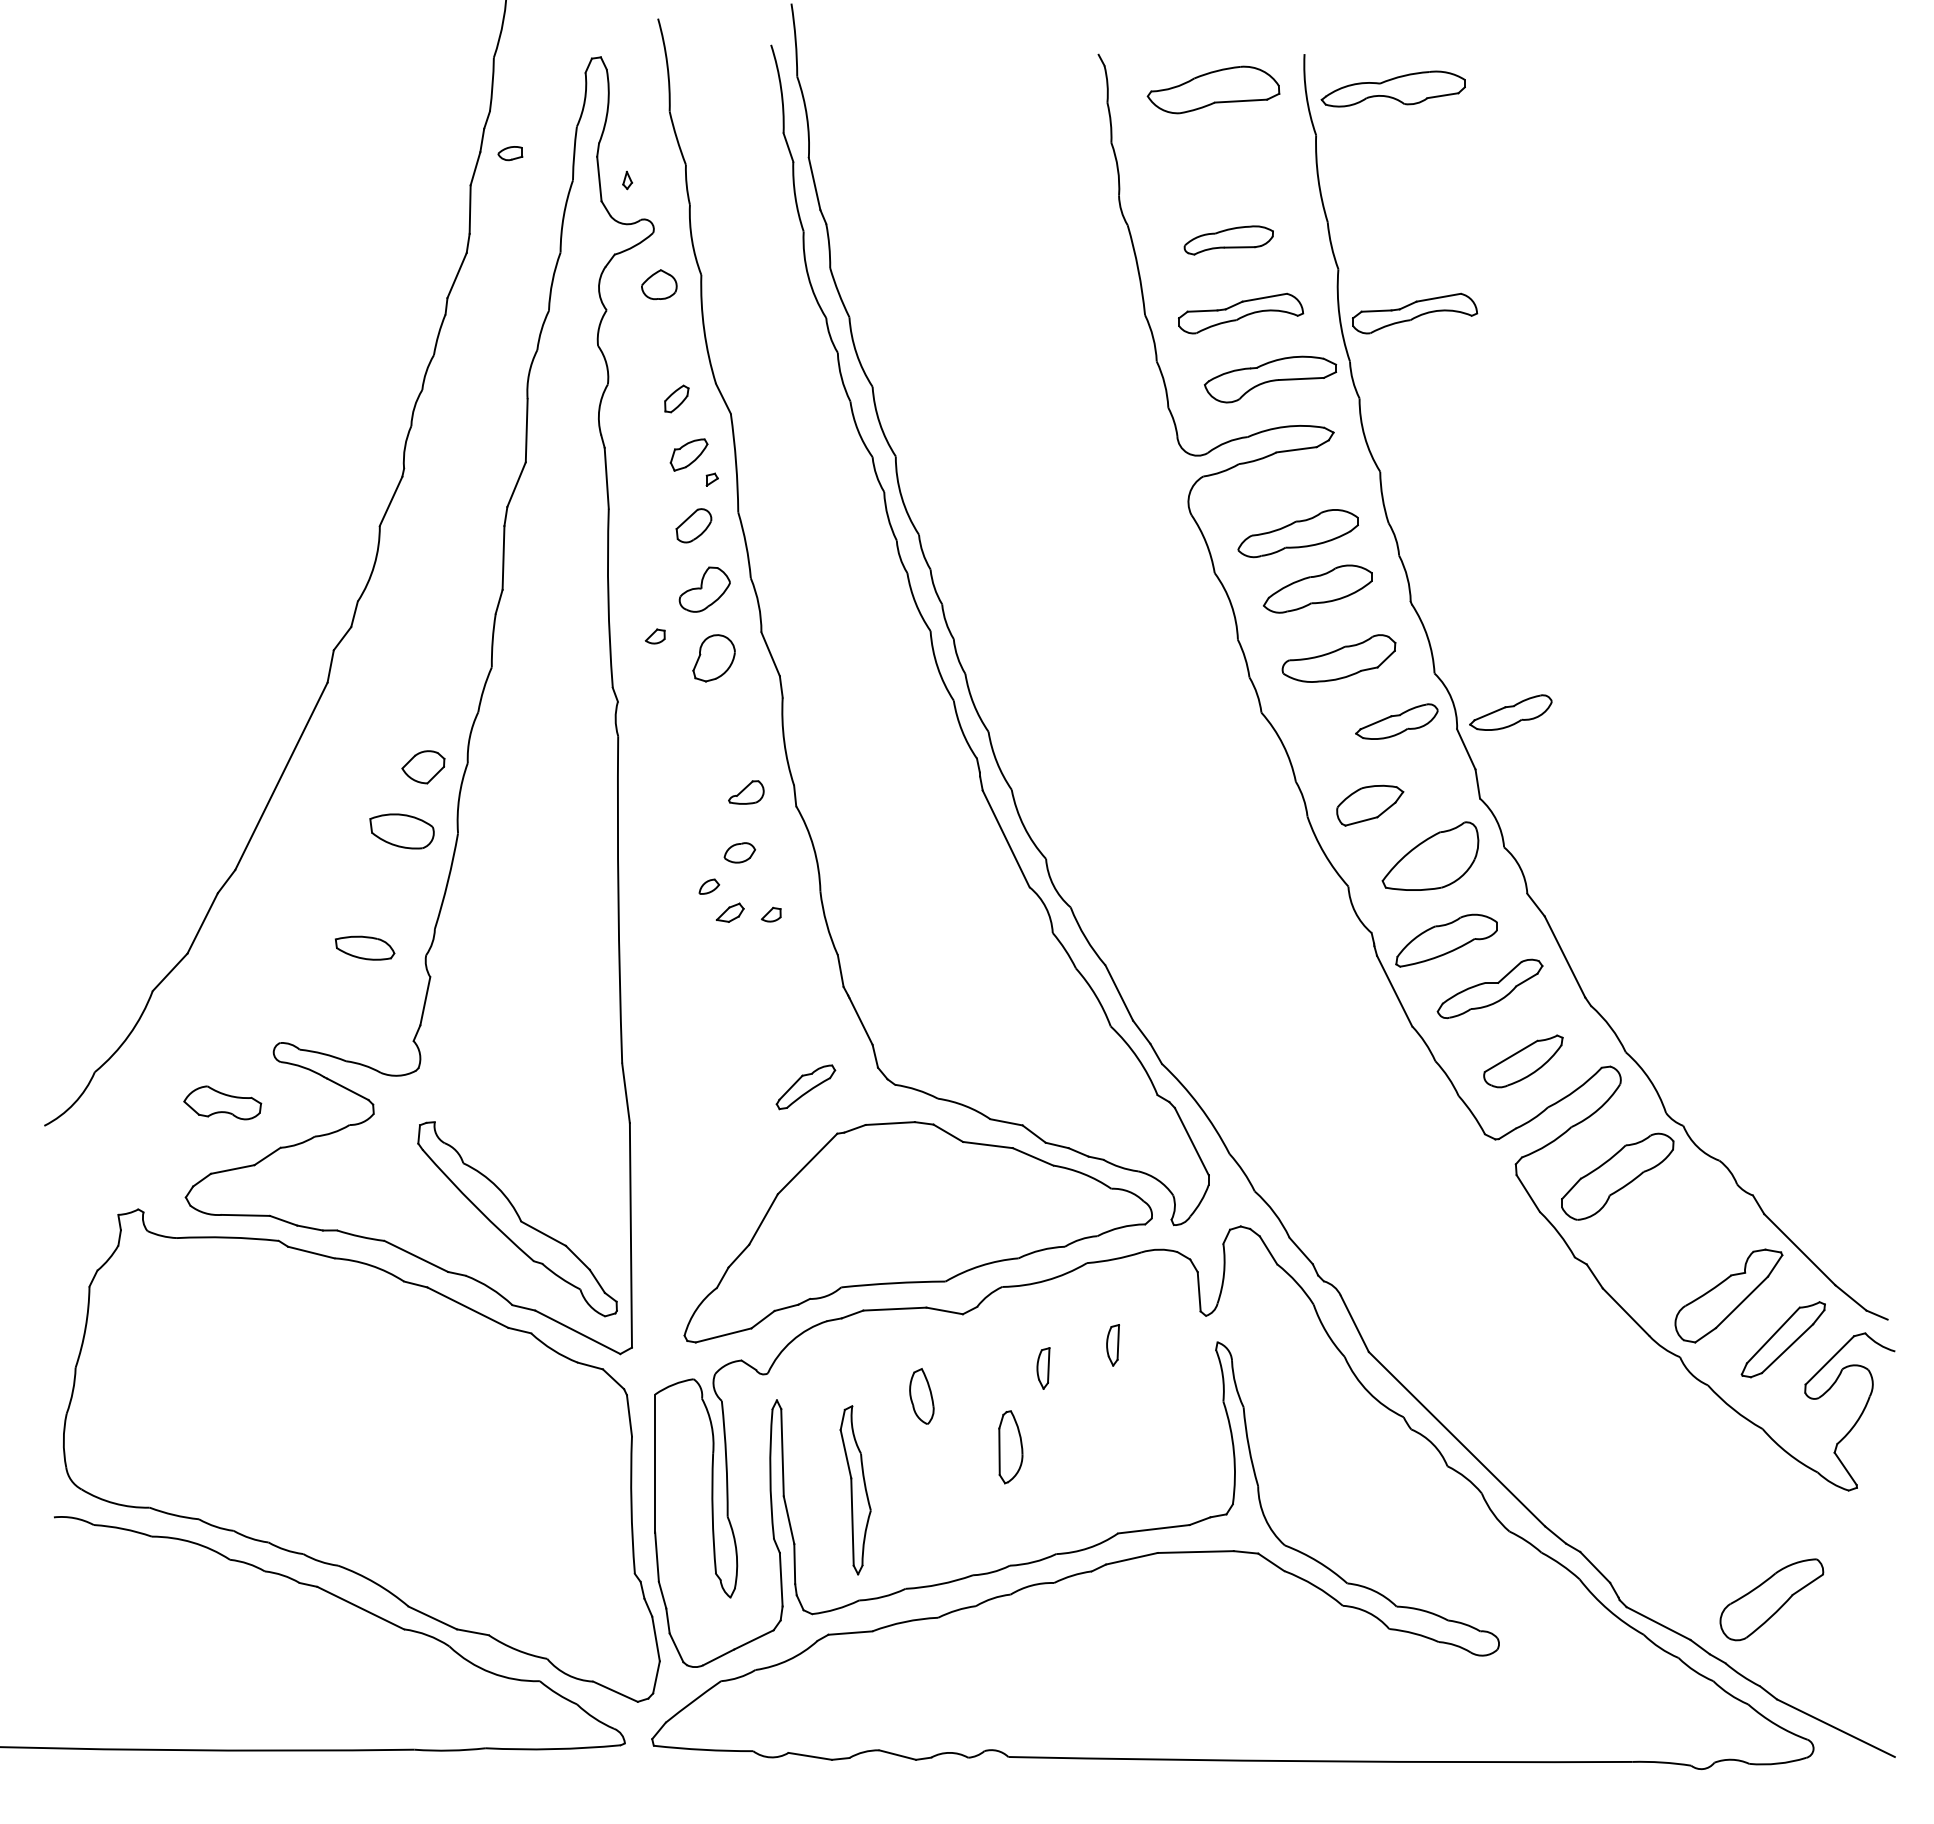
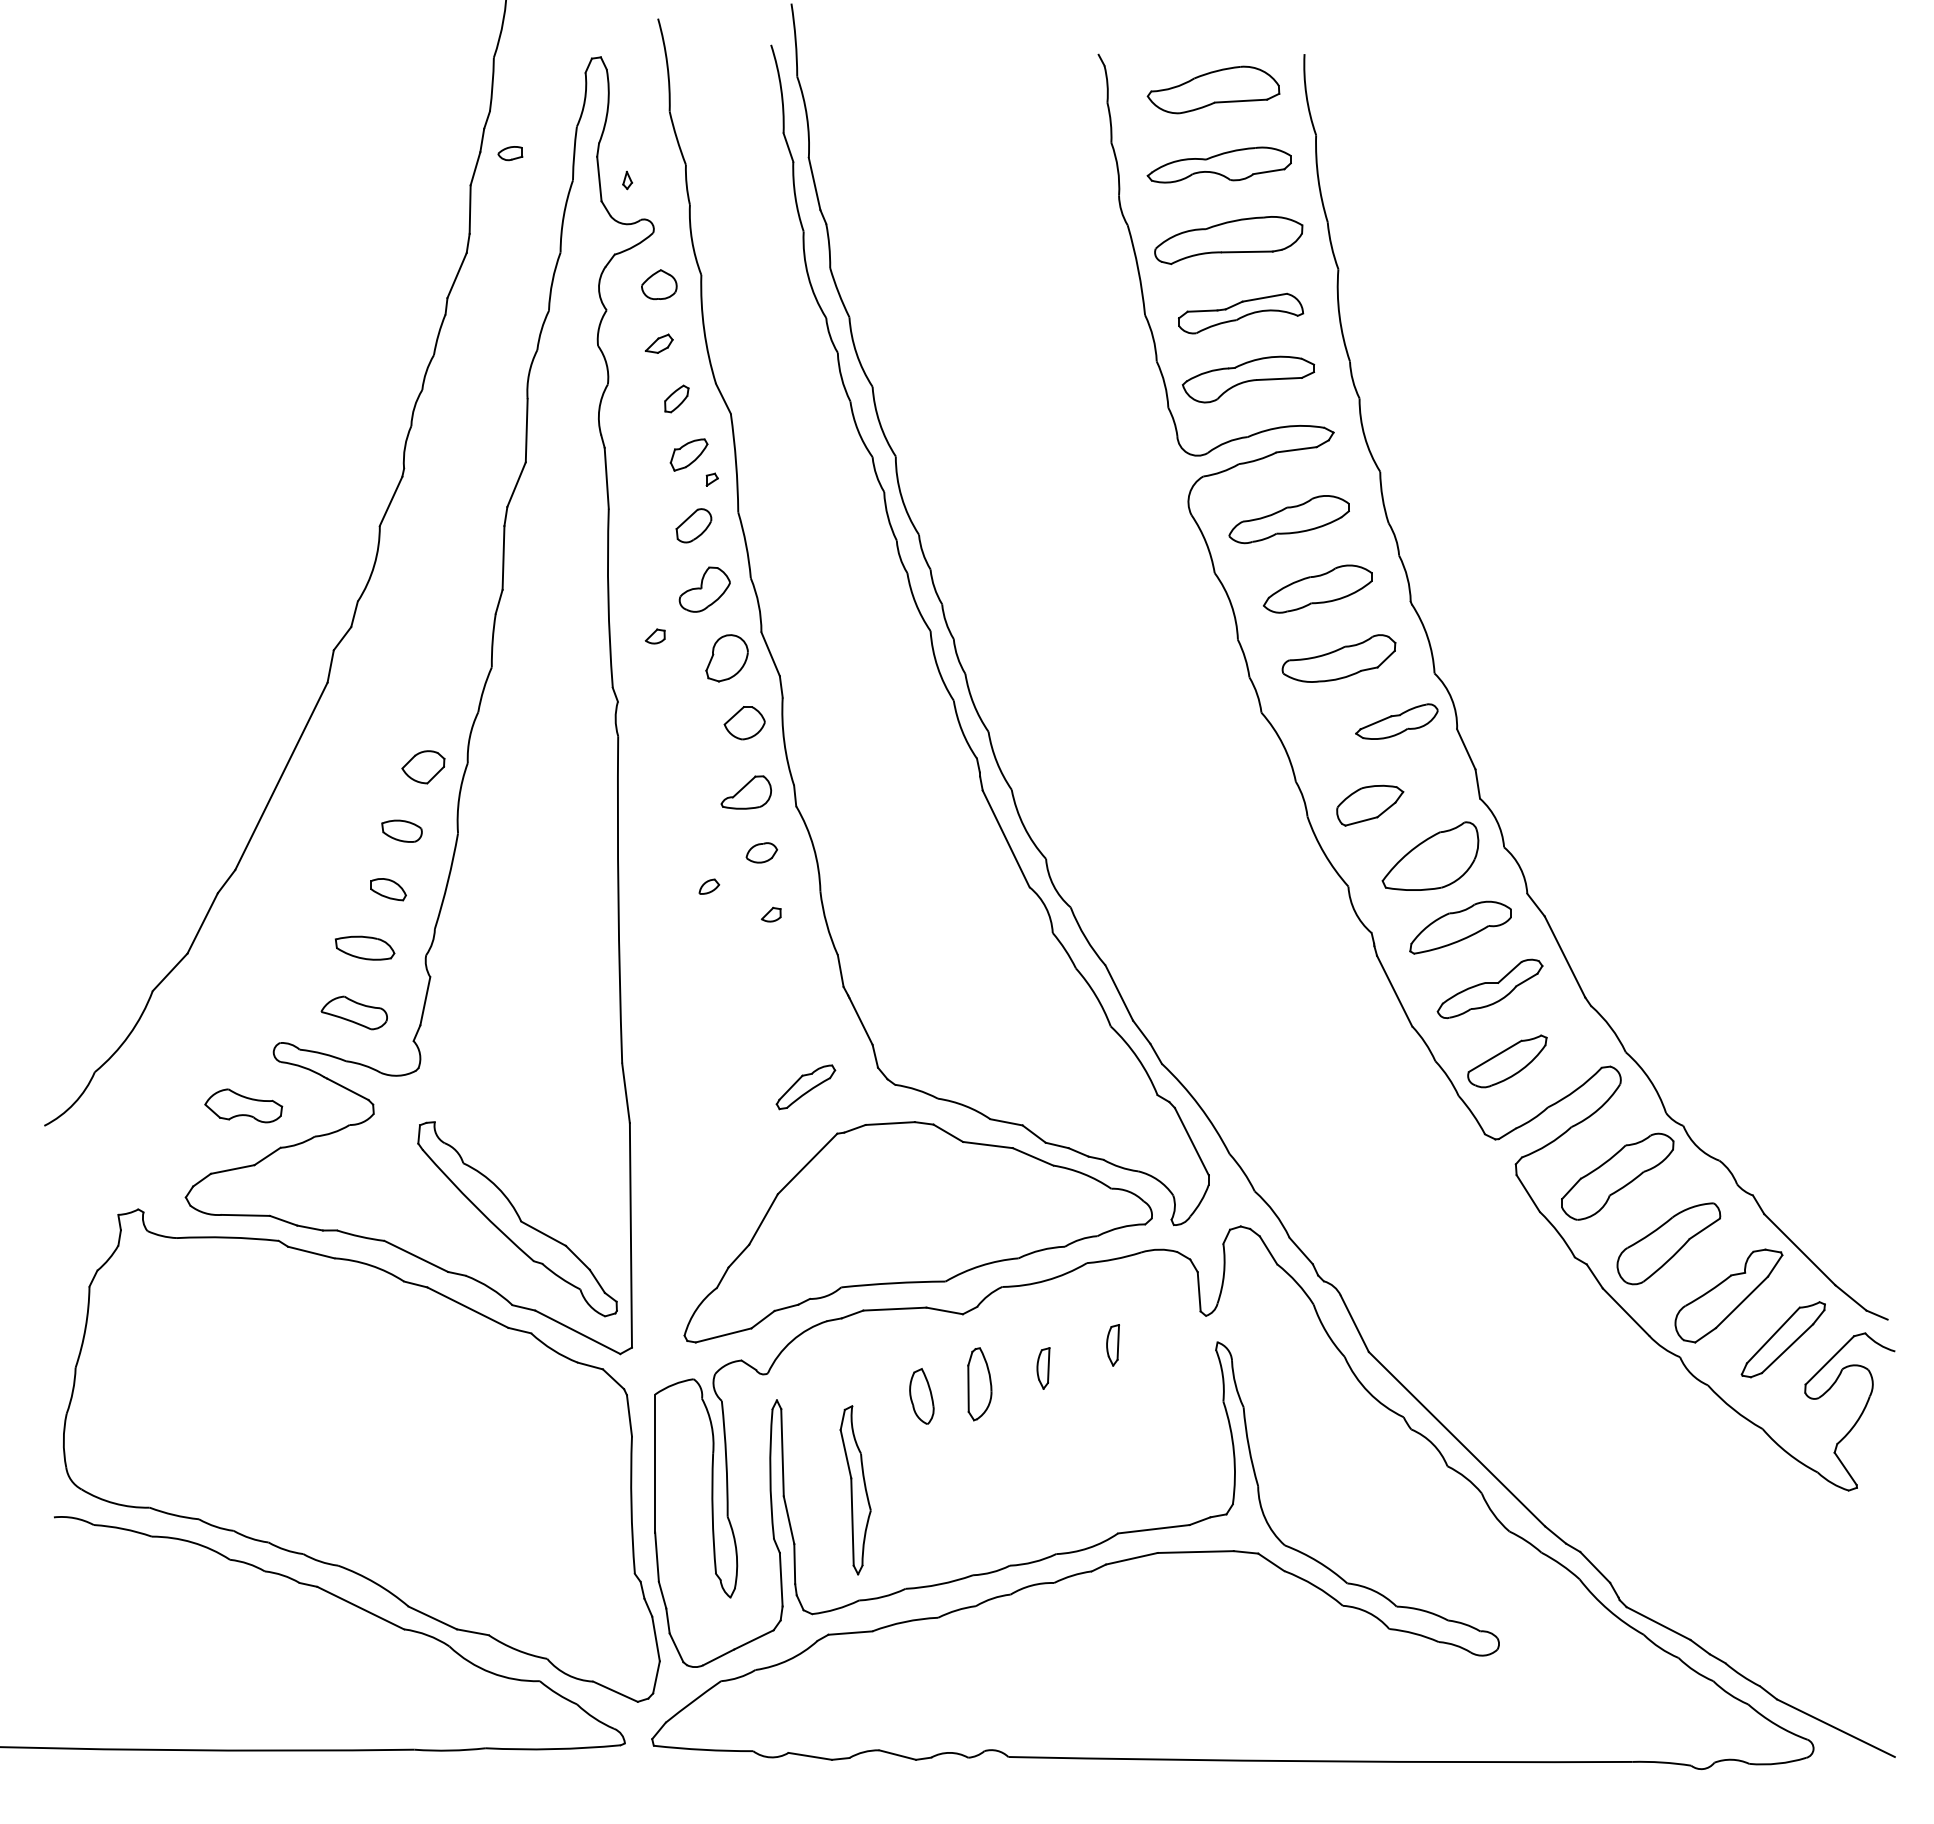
part at (1392, 88) position: (1392, 88) -> (1218, 164)
part at (1228, 240) size: 91x31 px -> 150x49 px
part at (1415, 313): present -> none
part at (1270, 379) position: (1270, 379) -> (1248, 379)
part at (1297, 533) position: (1297, 533) -> (1288, 519)
part at (713, 658) position: (713, 658) -> (726, 658)
part at (1510, 712): present -> none
part at (744, 723): none -> present
part at (746, 792) size: 37x25 px -> 53x35 px
part at (401, 831) size: 66x37 px -> 42x24 px
part at (739, 852) position: (739, 852) -> (761, 852)
part at (388, 889): none -> present
part at (729, 912) position: (729, 912) -> (658, 343)
part at (1446, 940) position: (1446, 940) -> (1460, 927)
part at (353, 1012): none -> present
part at (1523, 1061) position: (1523, 1061) -> (1507, 1061)
part at (222, 1102) position: (222, 1102) -> (243, 1105)
part at (1010, 1447) position: (1010, 1447) -> (979, 1384)
part at (1771, 1599) position: (1771, 1599) -> (1668, 1243)
